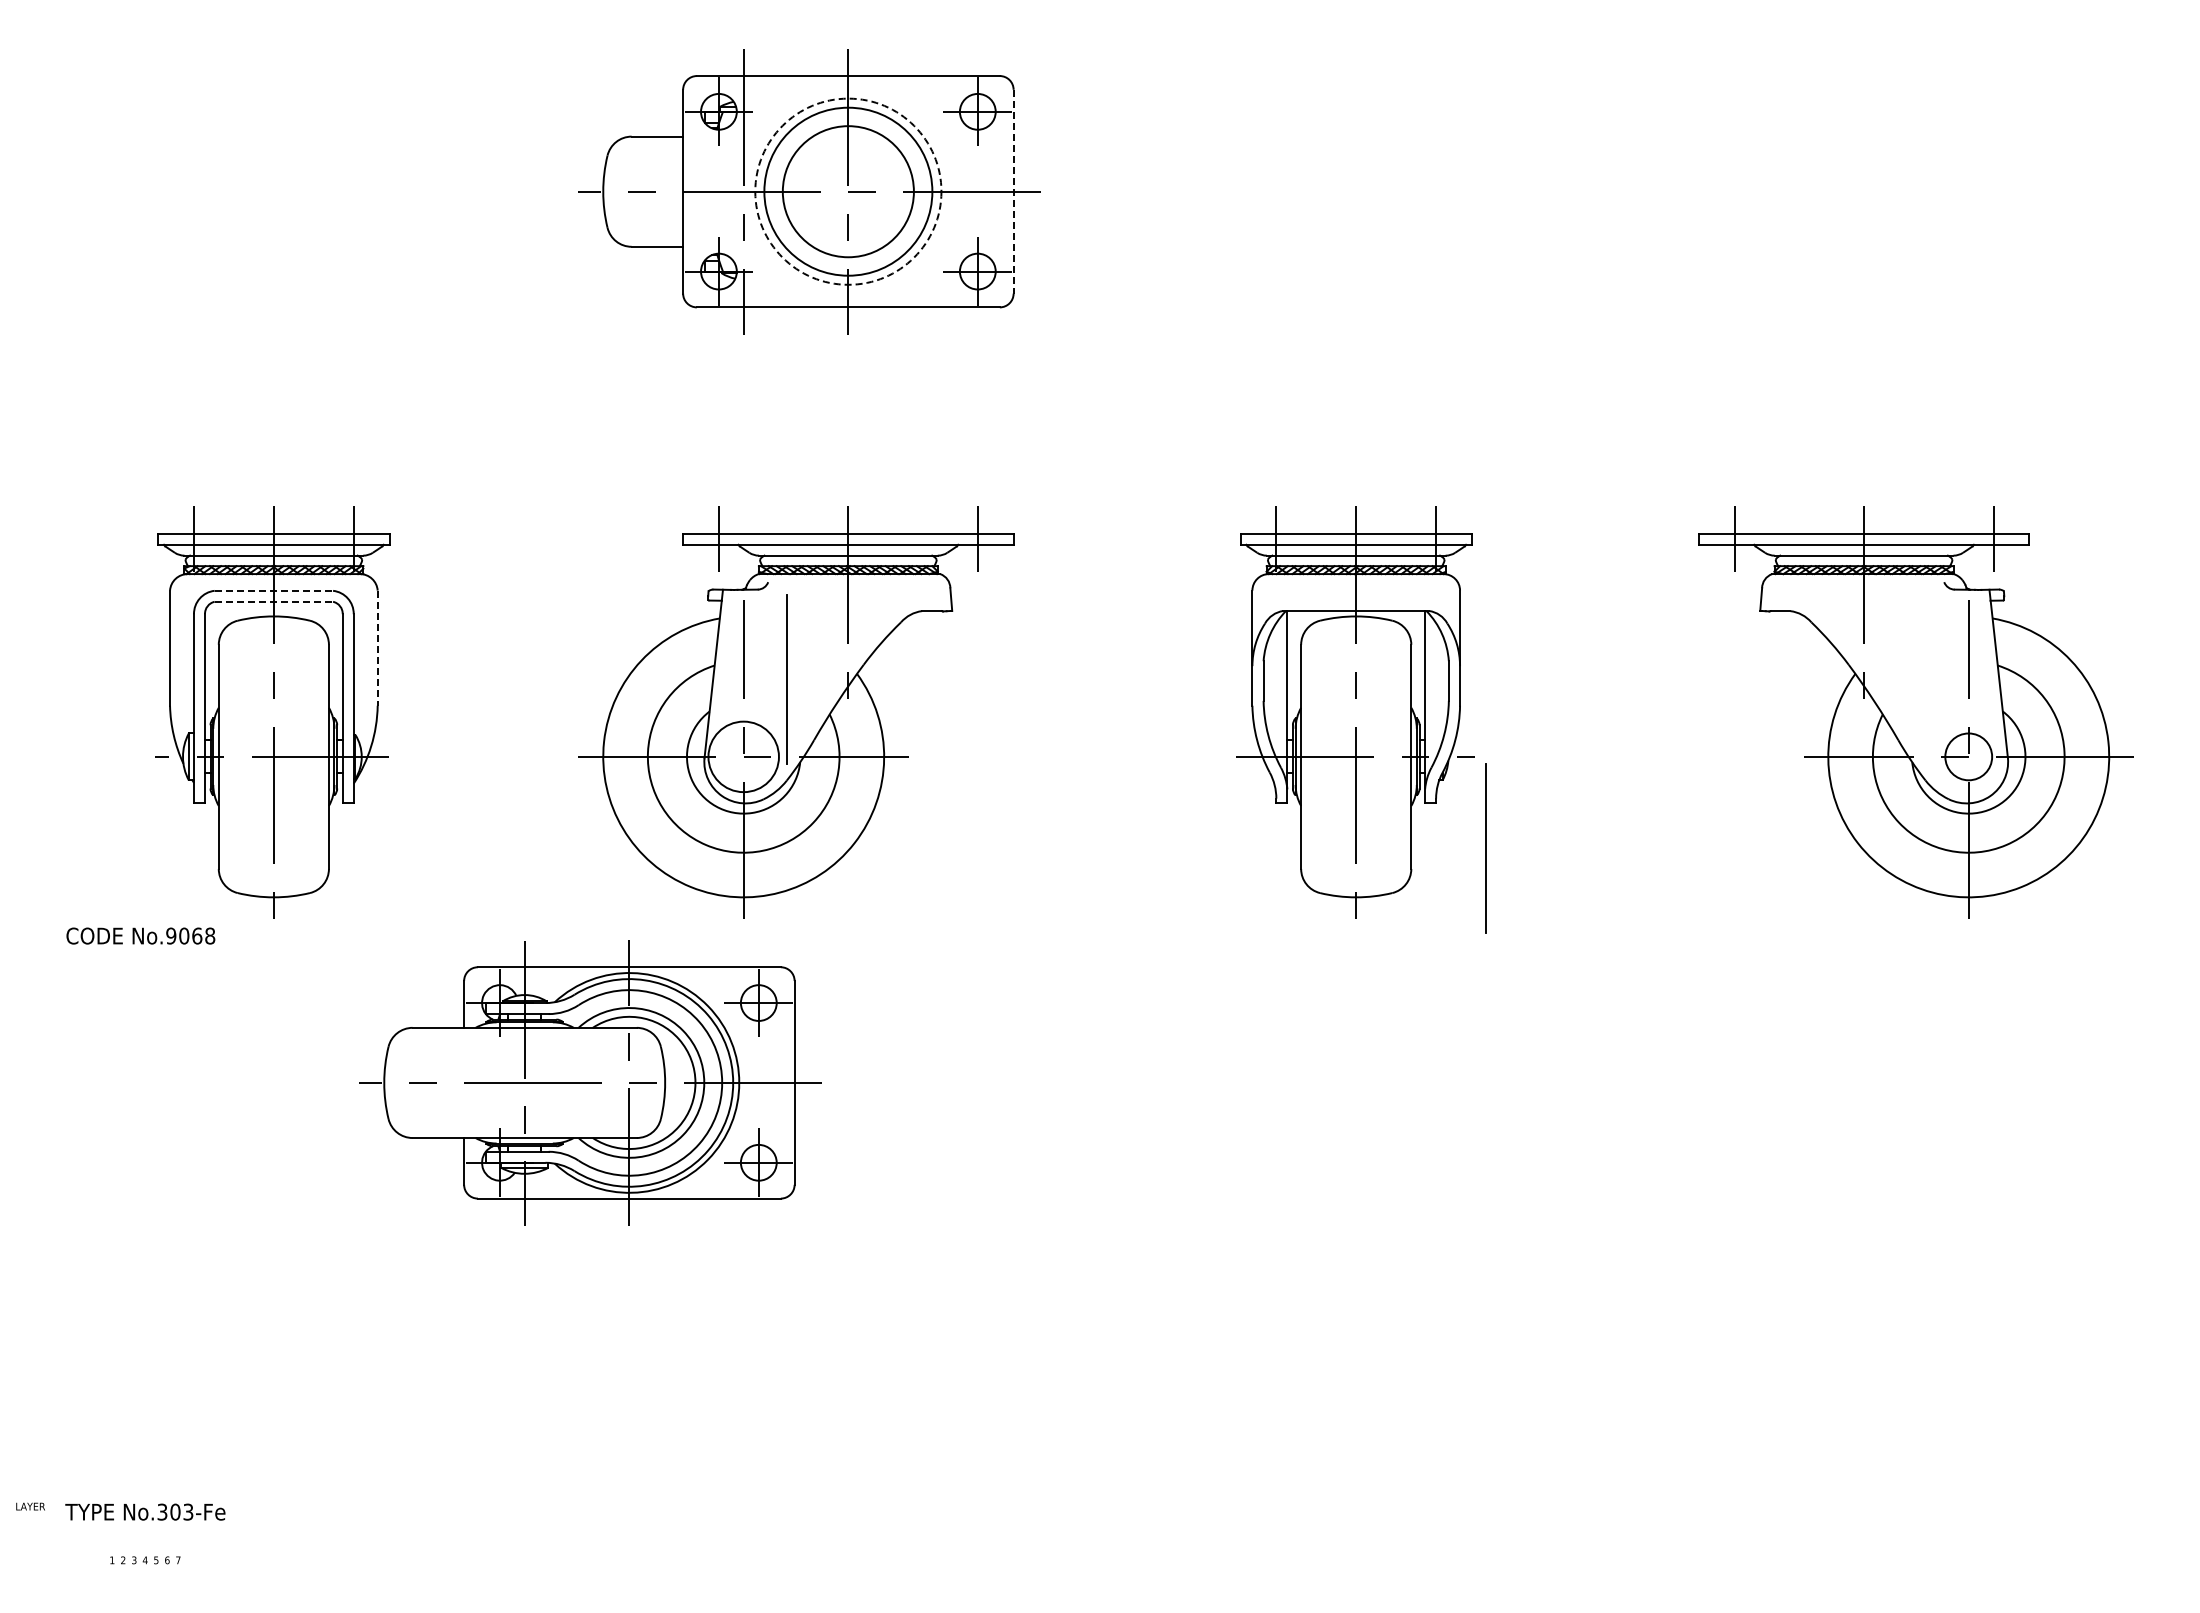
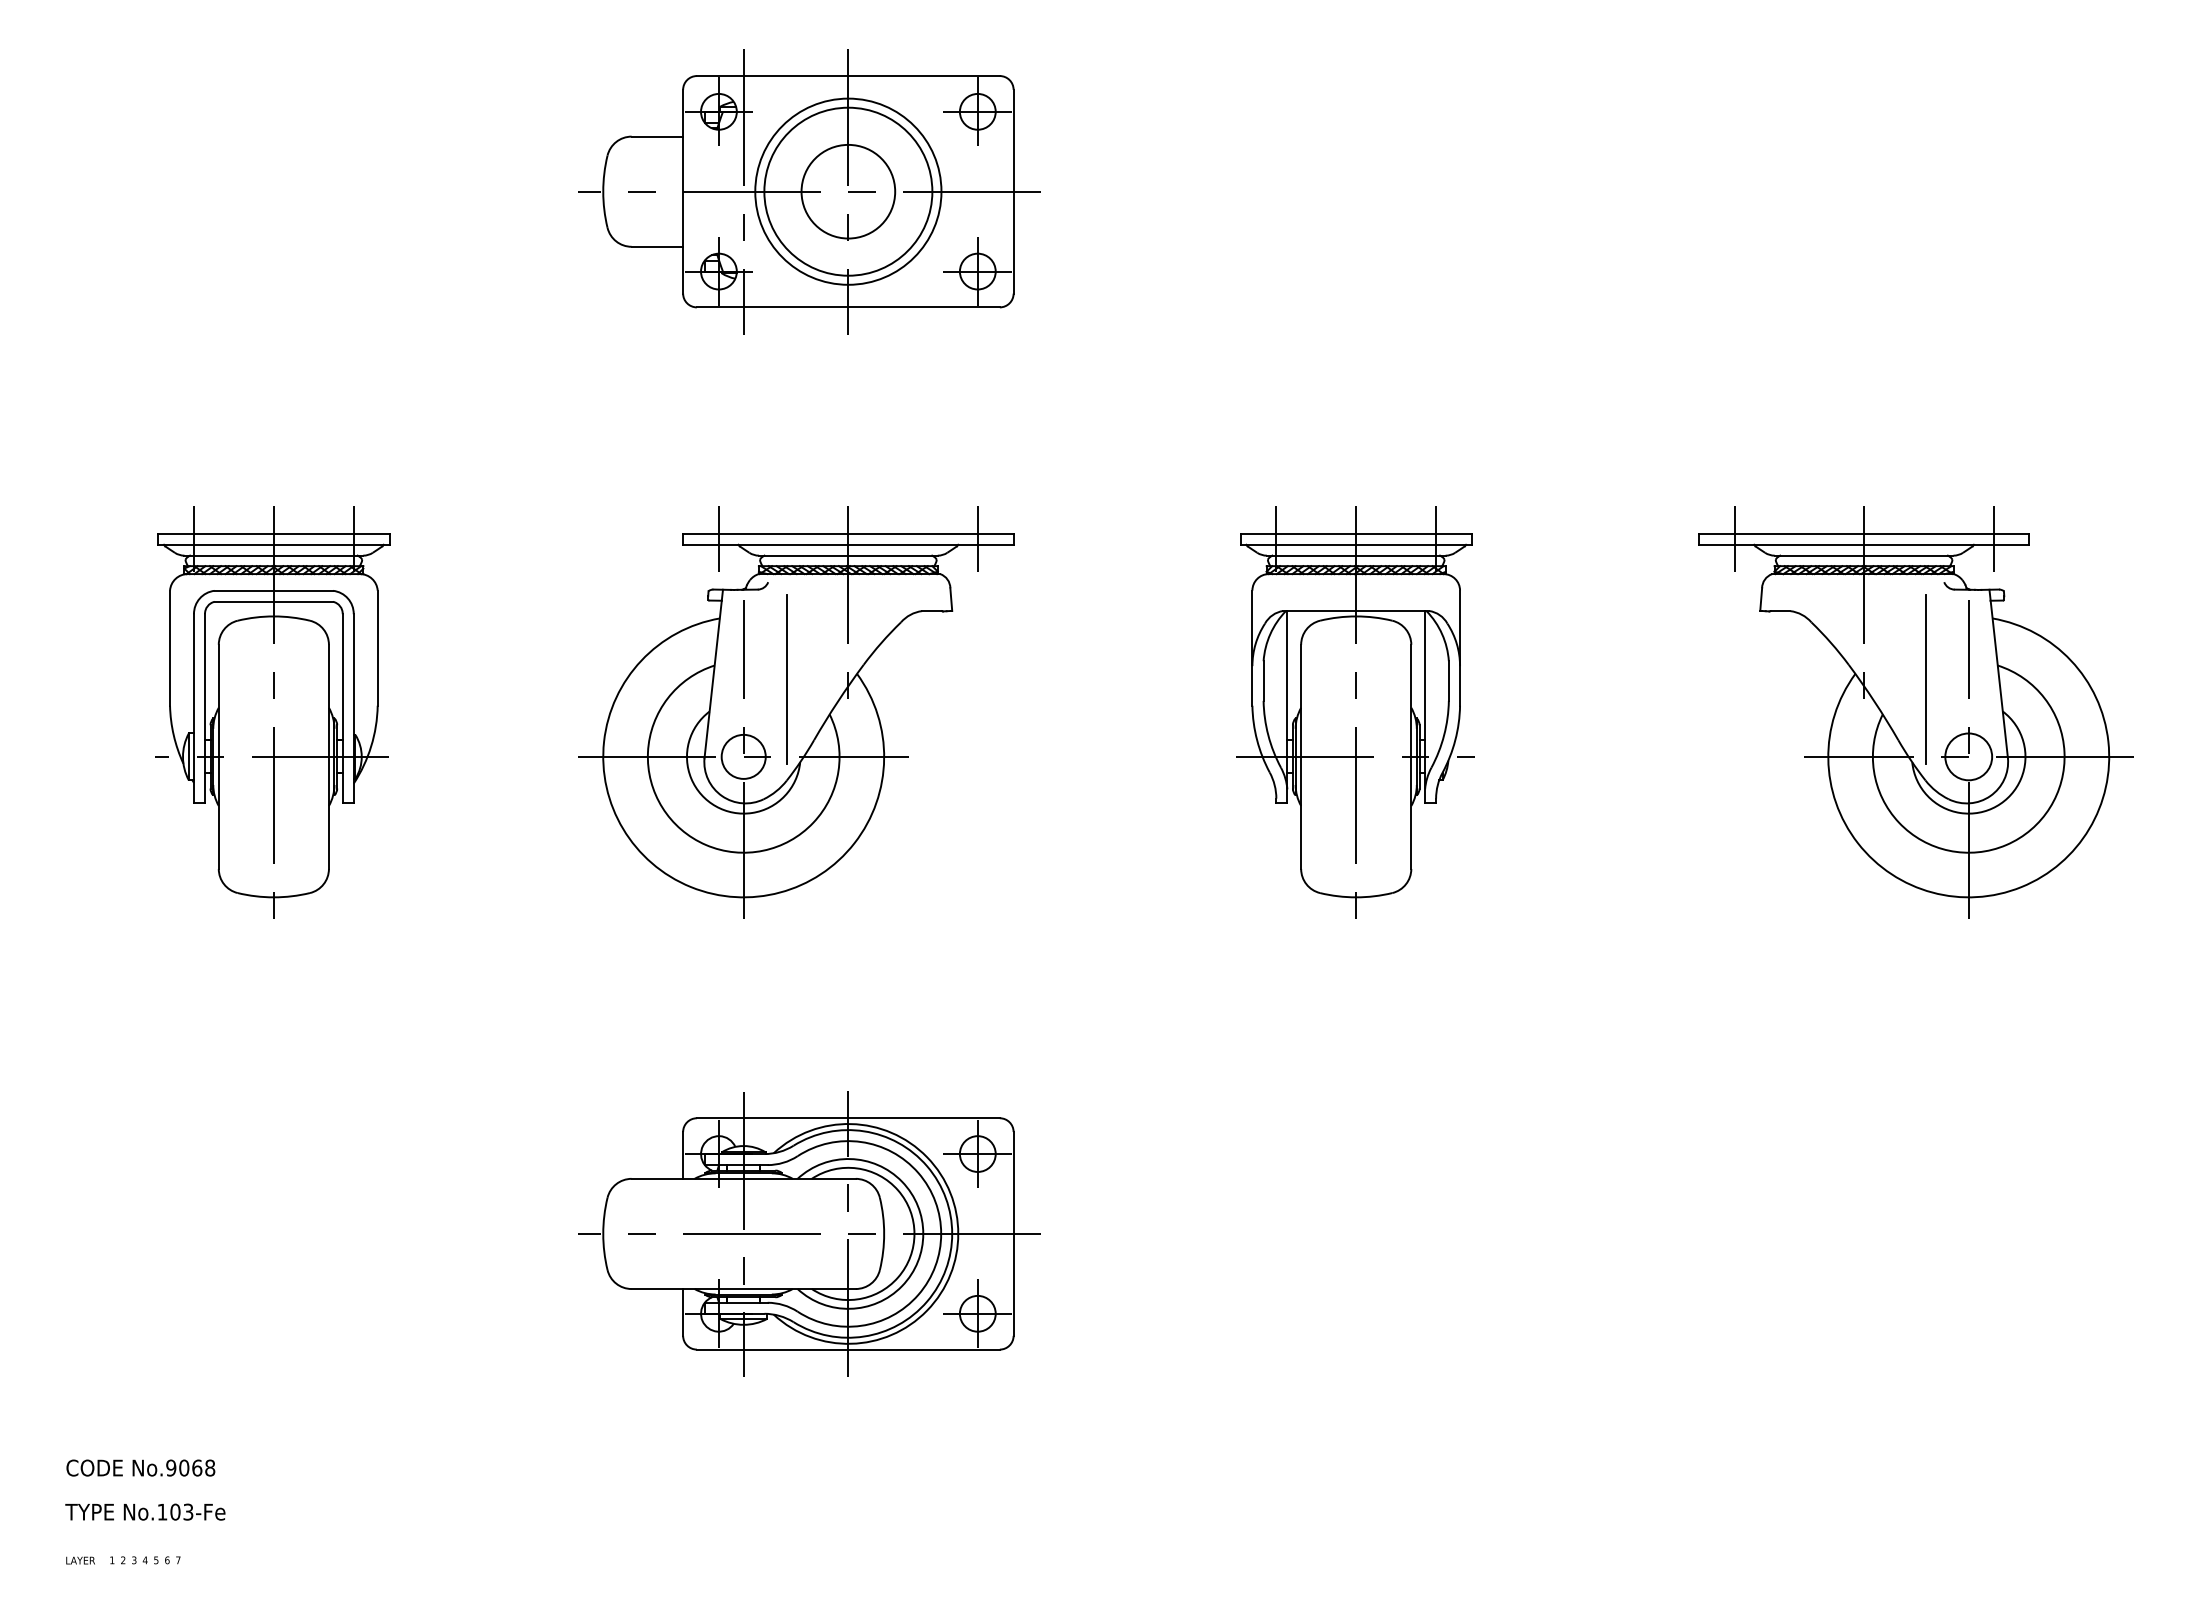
circle at (847, 191) diameter: 131 px -> 94 px
circle at (848, 191): dashed -> solid
line at (1013, 191): dashed -> solid
line at (274, 590): dashed -> solid
line at (274, 601): dashed -> solid
line at (377, 648): dashed -> solid
circle at (743, 756) diameter: 71 px -> 44 px
line at (1485, 848) position: (1485, 848) -> (1925, 679)
text at (140, 935) position: (140, 935) -> (140, 1467)
part at (590, 1082) position: (590, 1082) -> (809, 1233)
text at (30, 1506) position: (30, 1506) -> (80, 1560)
text at (162, 1511): No.303-Fe -> No.103-Fe
